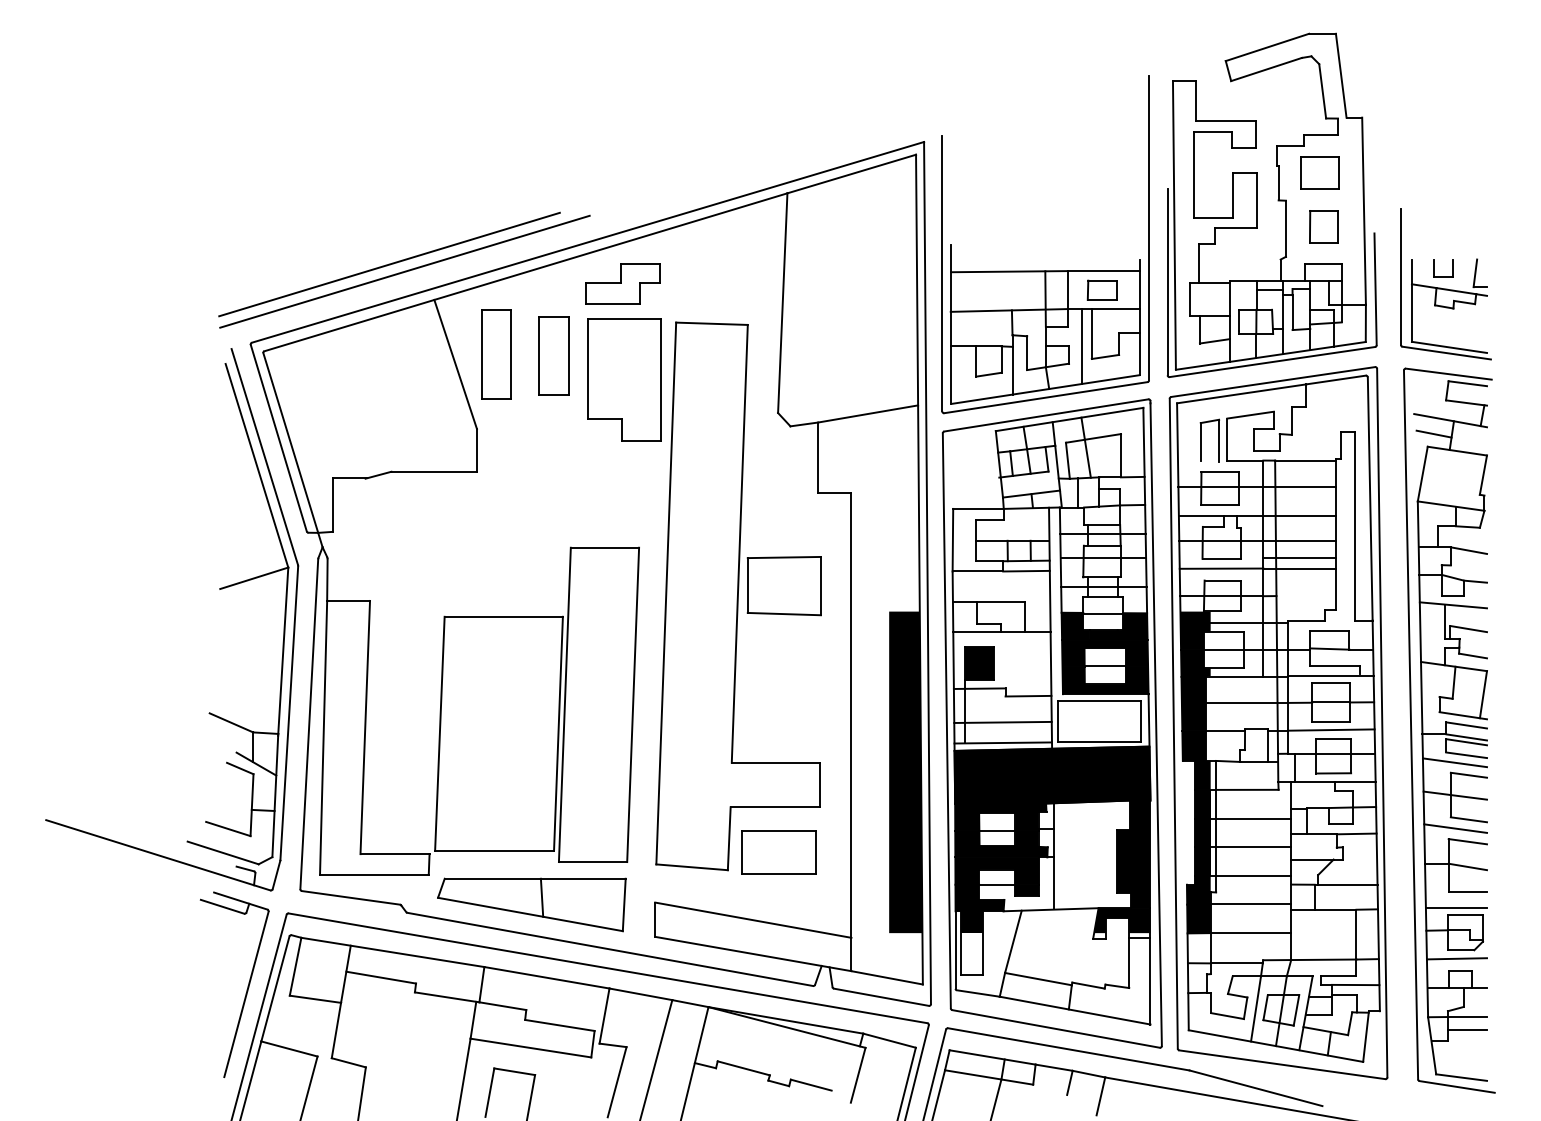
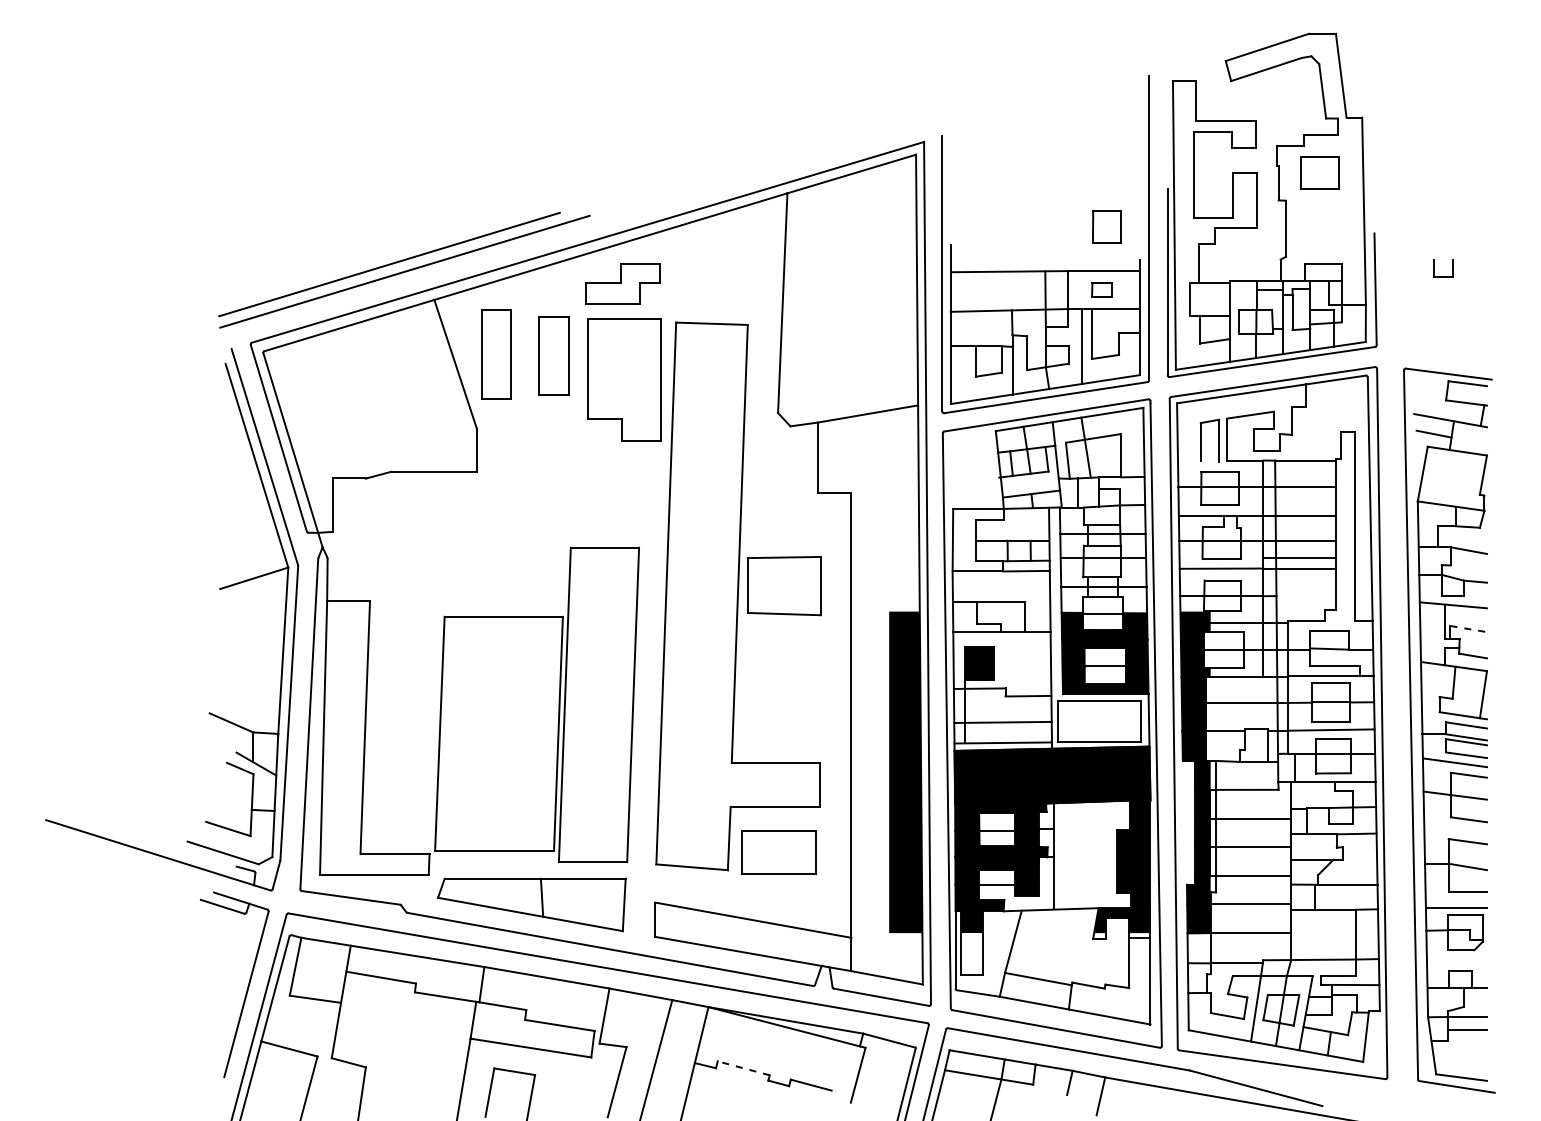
part at (1323, 226) position: (1323, 226) -> (1106, 226)
part at (1445, 284): present -> none
part at (1101, 289) size: 32x22 px -> 22x16 px
line at (1468, 629): solid -> dashed
line at (1455, 828): present -> none
line at (1456, 958): present -> none
line at (743, 1068): solid -> dashed
